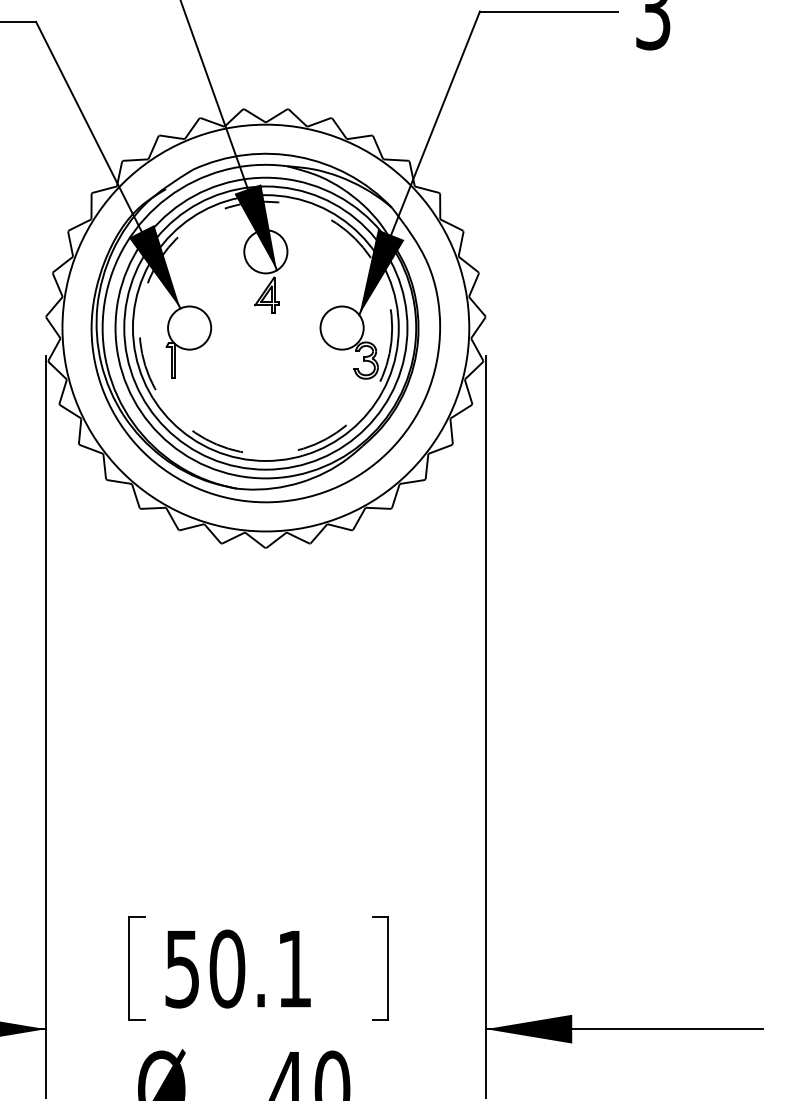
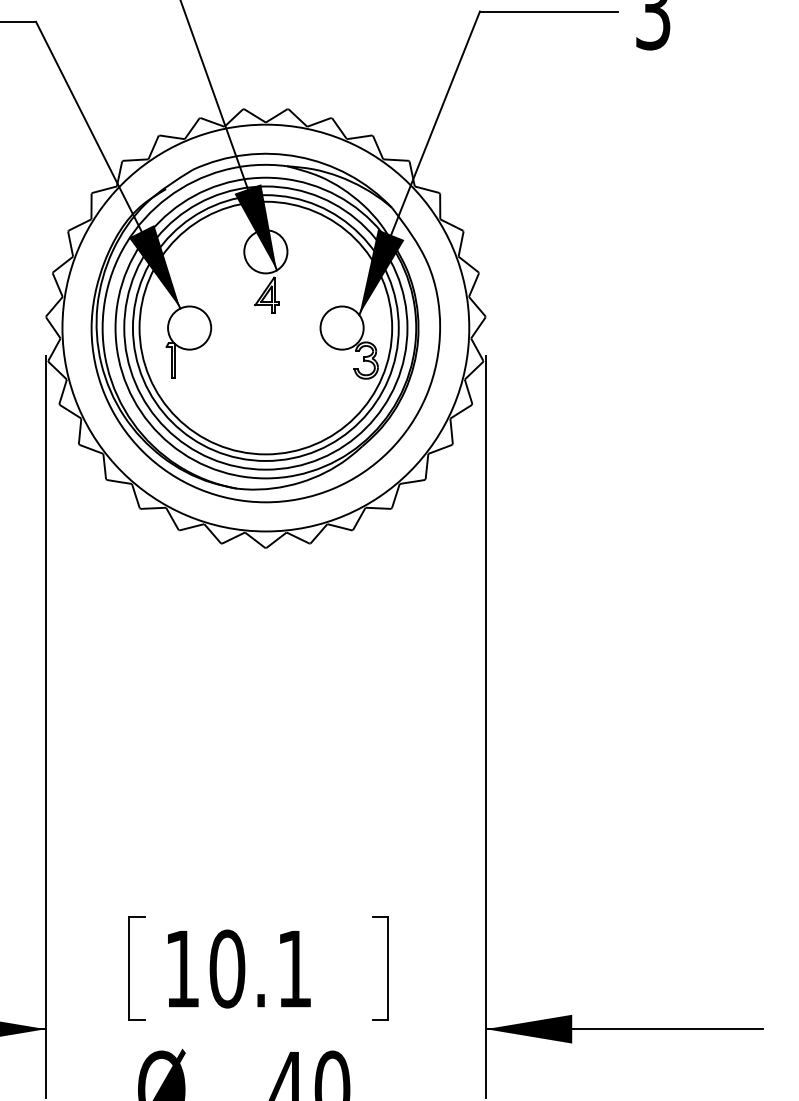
circle at (265, 327): dashed -> solid
text at (181, 969): 50.1 -> 10.1
